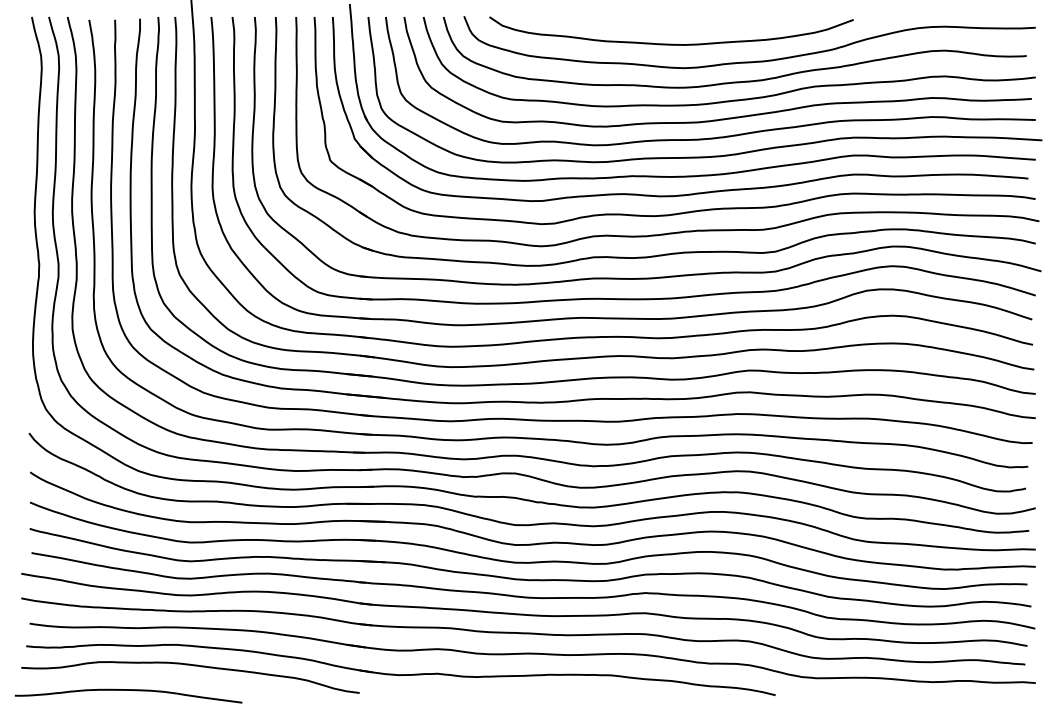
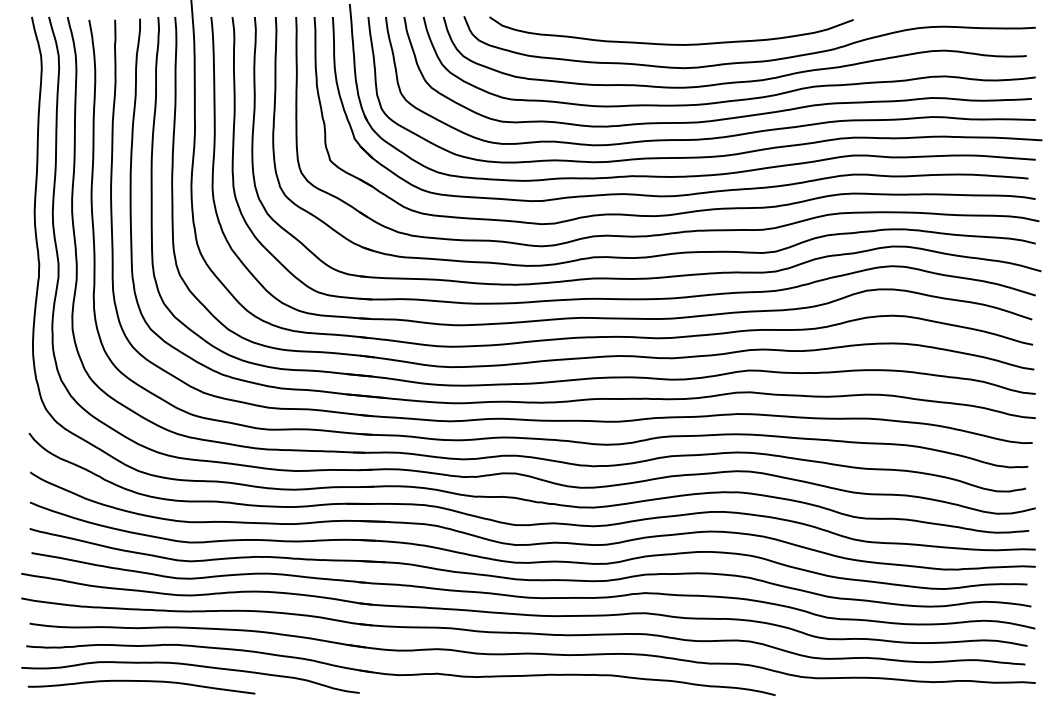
curve at (128, 690) position: (128, 690) -> (141, 681)
